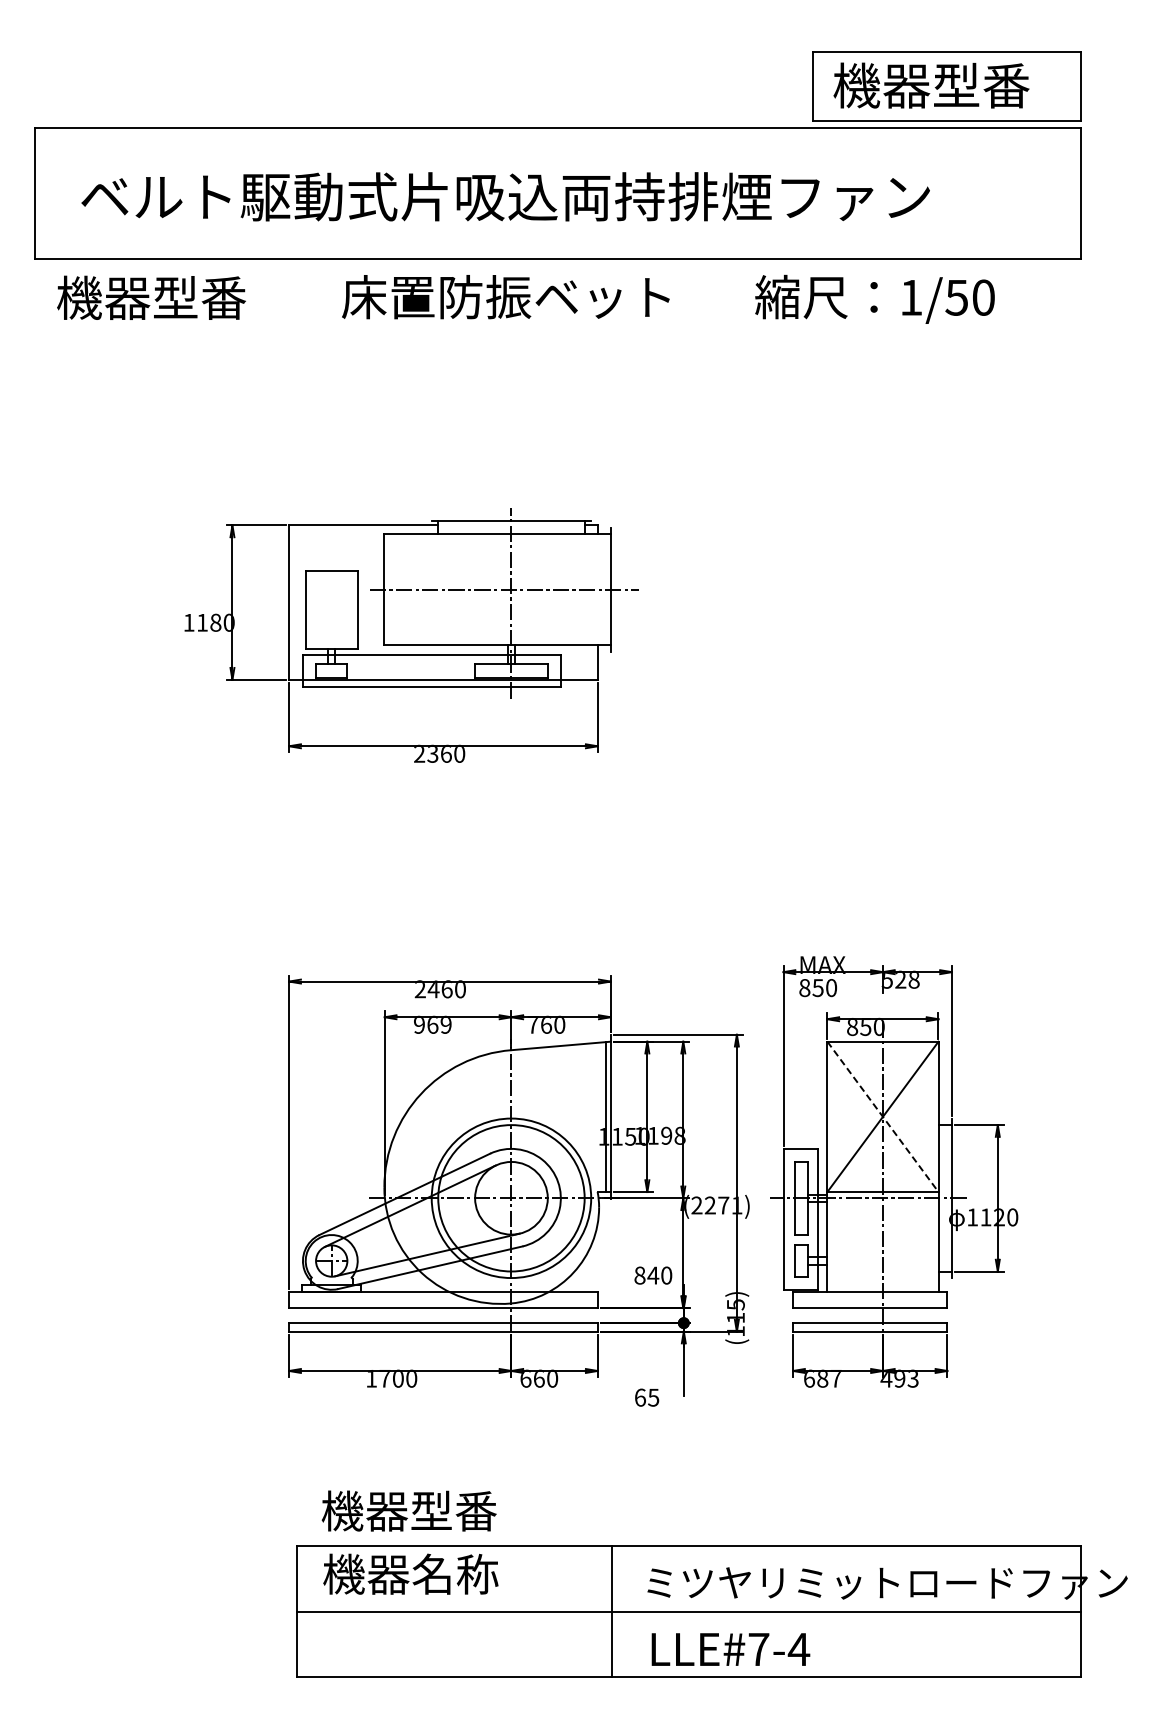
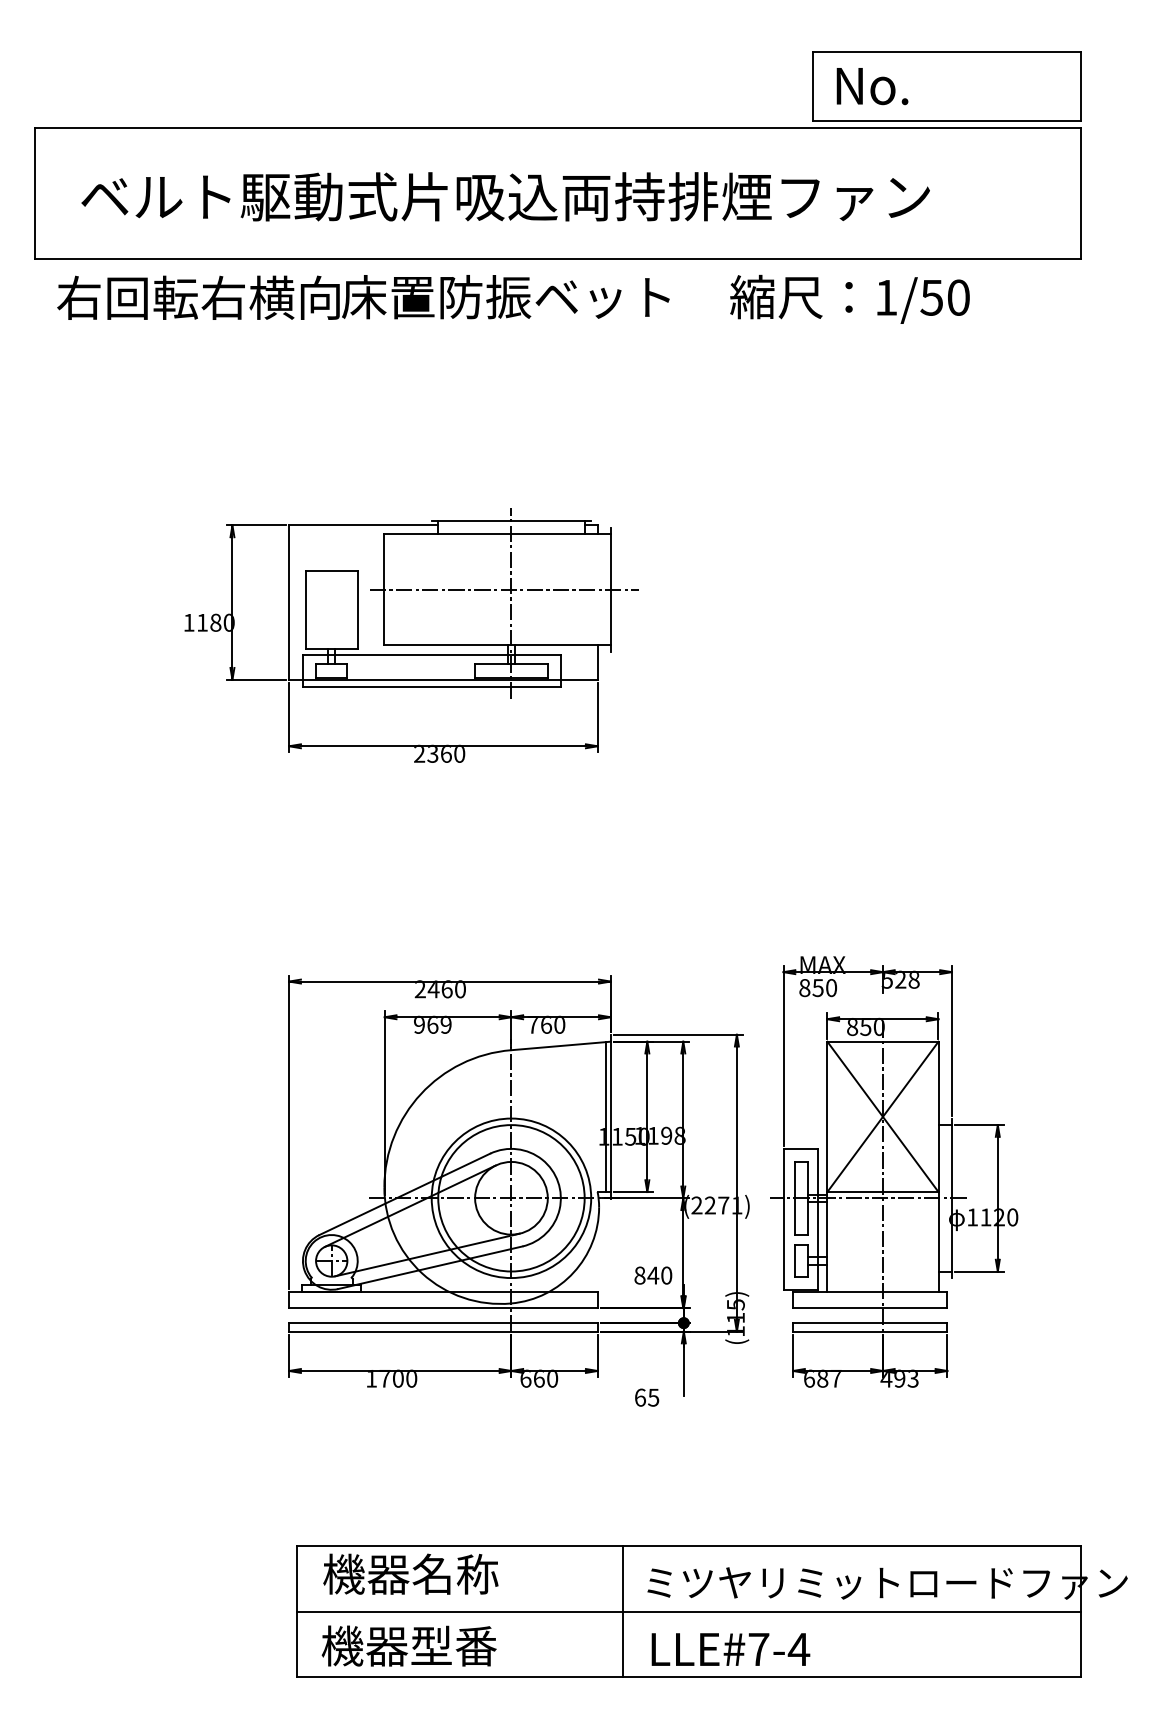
text at (931, 85): 機器型番 -> No.
text at (198, 297): 機器型番 -> 右回転右横向
text at (874, 298) position: (874, 298) -> (849, 298)
line at (883, 1117): dashed -> solid
text at (408, 1510) position: (408, 1510) -> (408, 1645)
line at (612, 1611) position: (612, 1611) -> (623, 1611)
